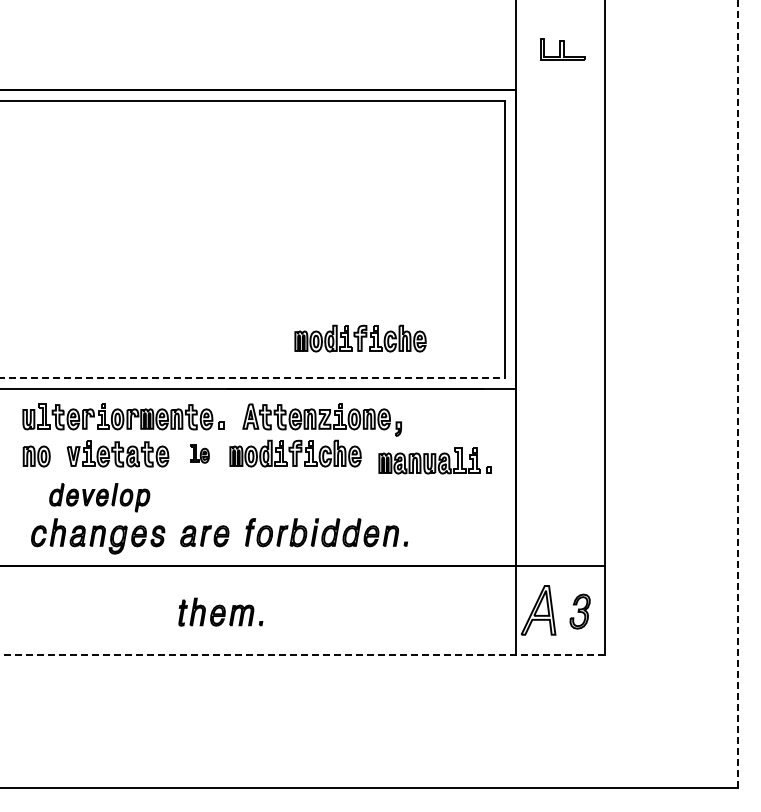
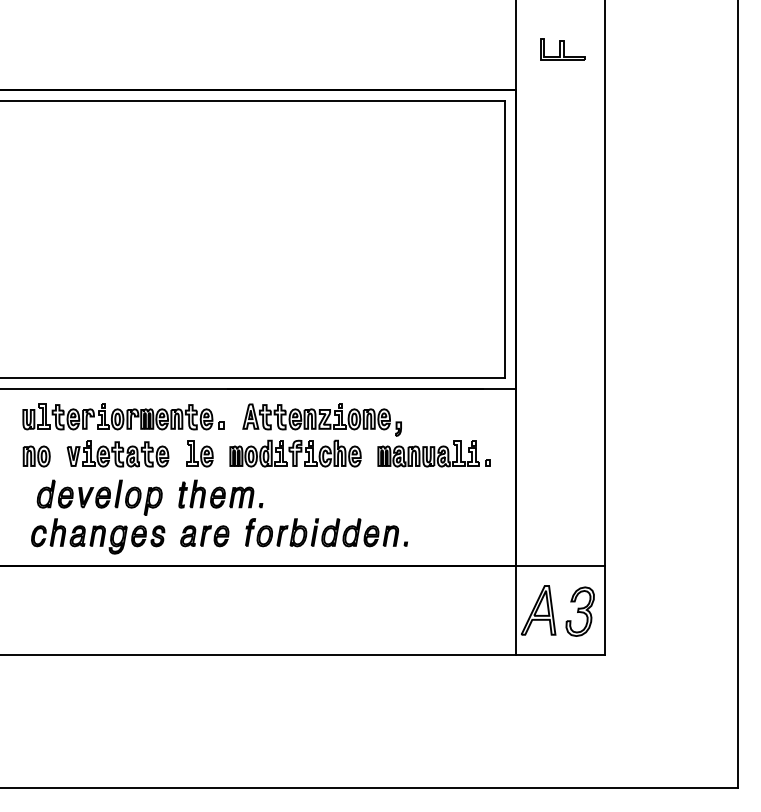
part at (360, 338): present -> none
line at (253, 377): dashed -> solid
line at (737, 393): dashed -> solid
part at (199, 453) size: 20x20 px -> 28x28 px
part at (434, 460) position: (434, 460) -> (433, 453)
part at (99, 497) size: 102x30 px -> 127x37 px
part at (220, 611) position: (220, 611) -> (220, 493)
part at (579, 611) size: 22x37 px -> 30x51 px
line at (302, 654): dashed -> solid
